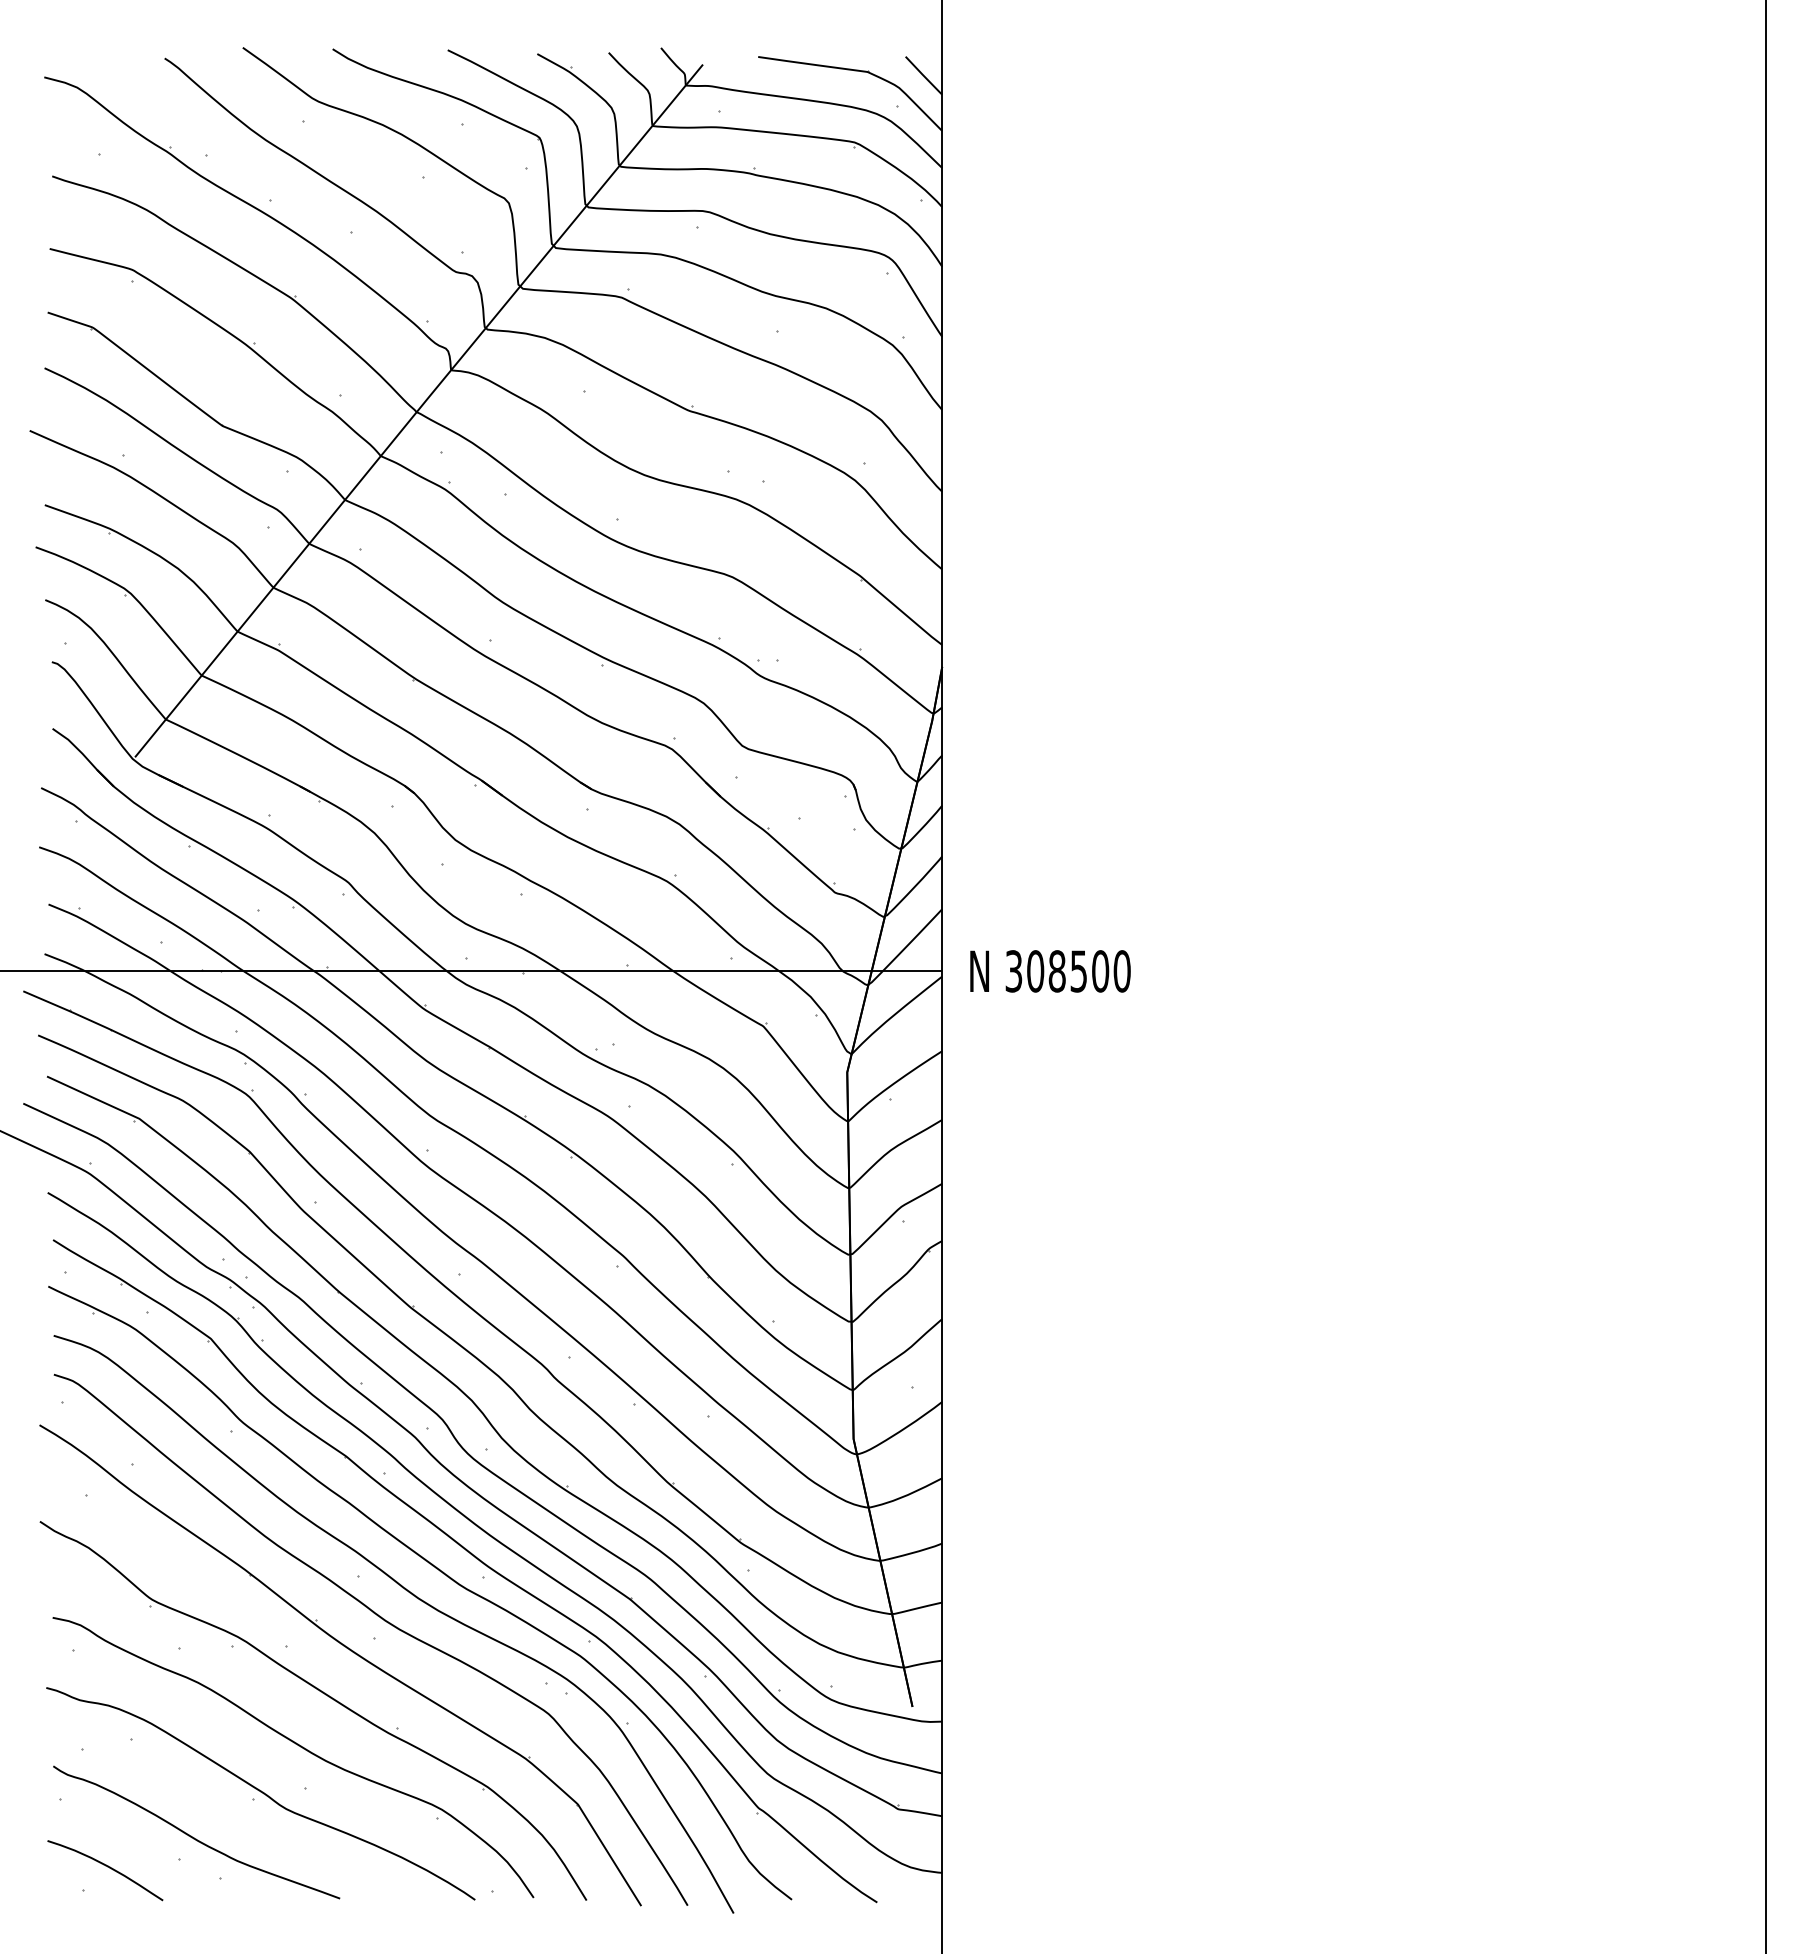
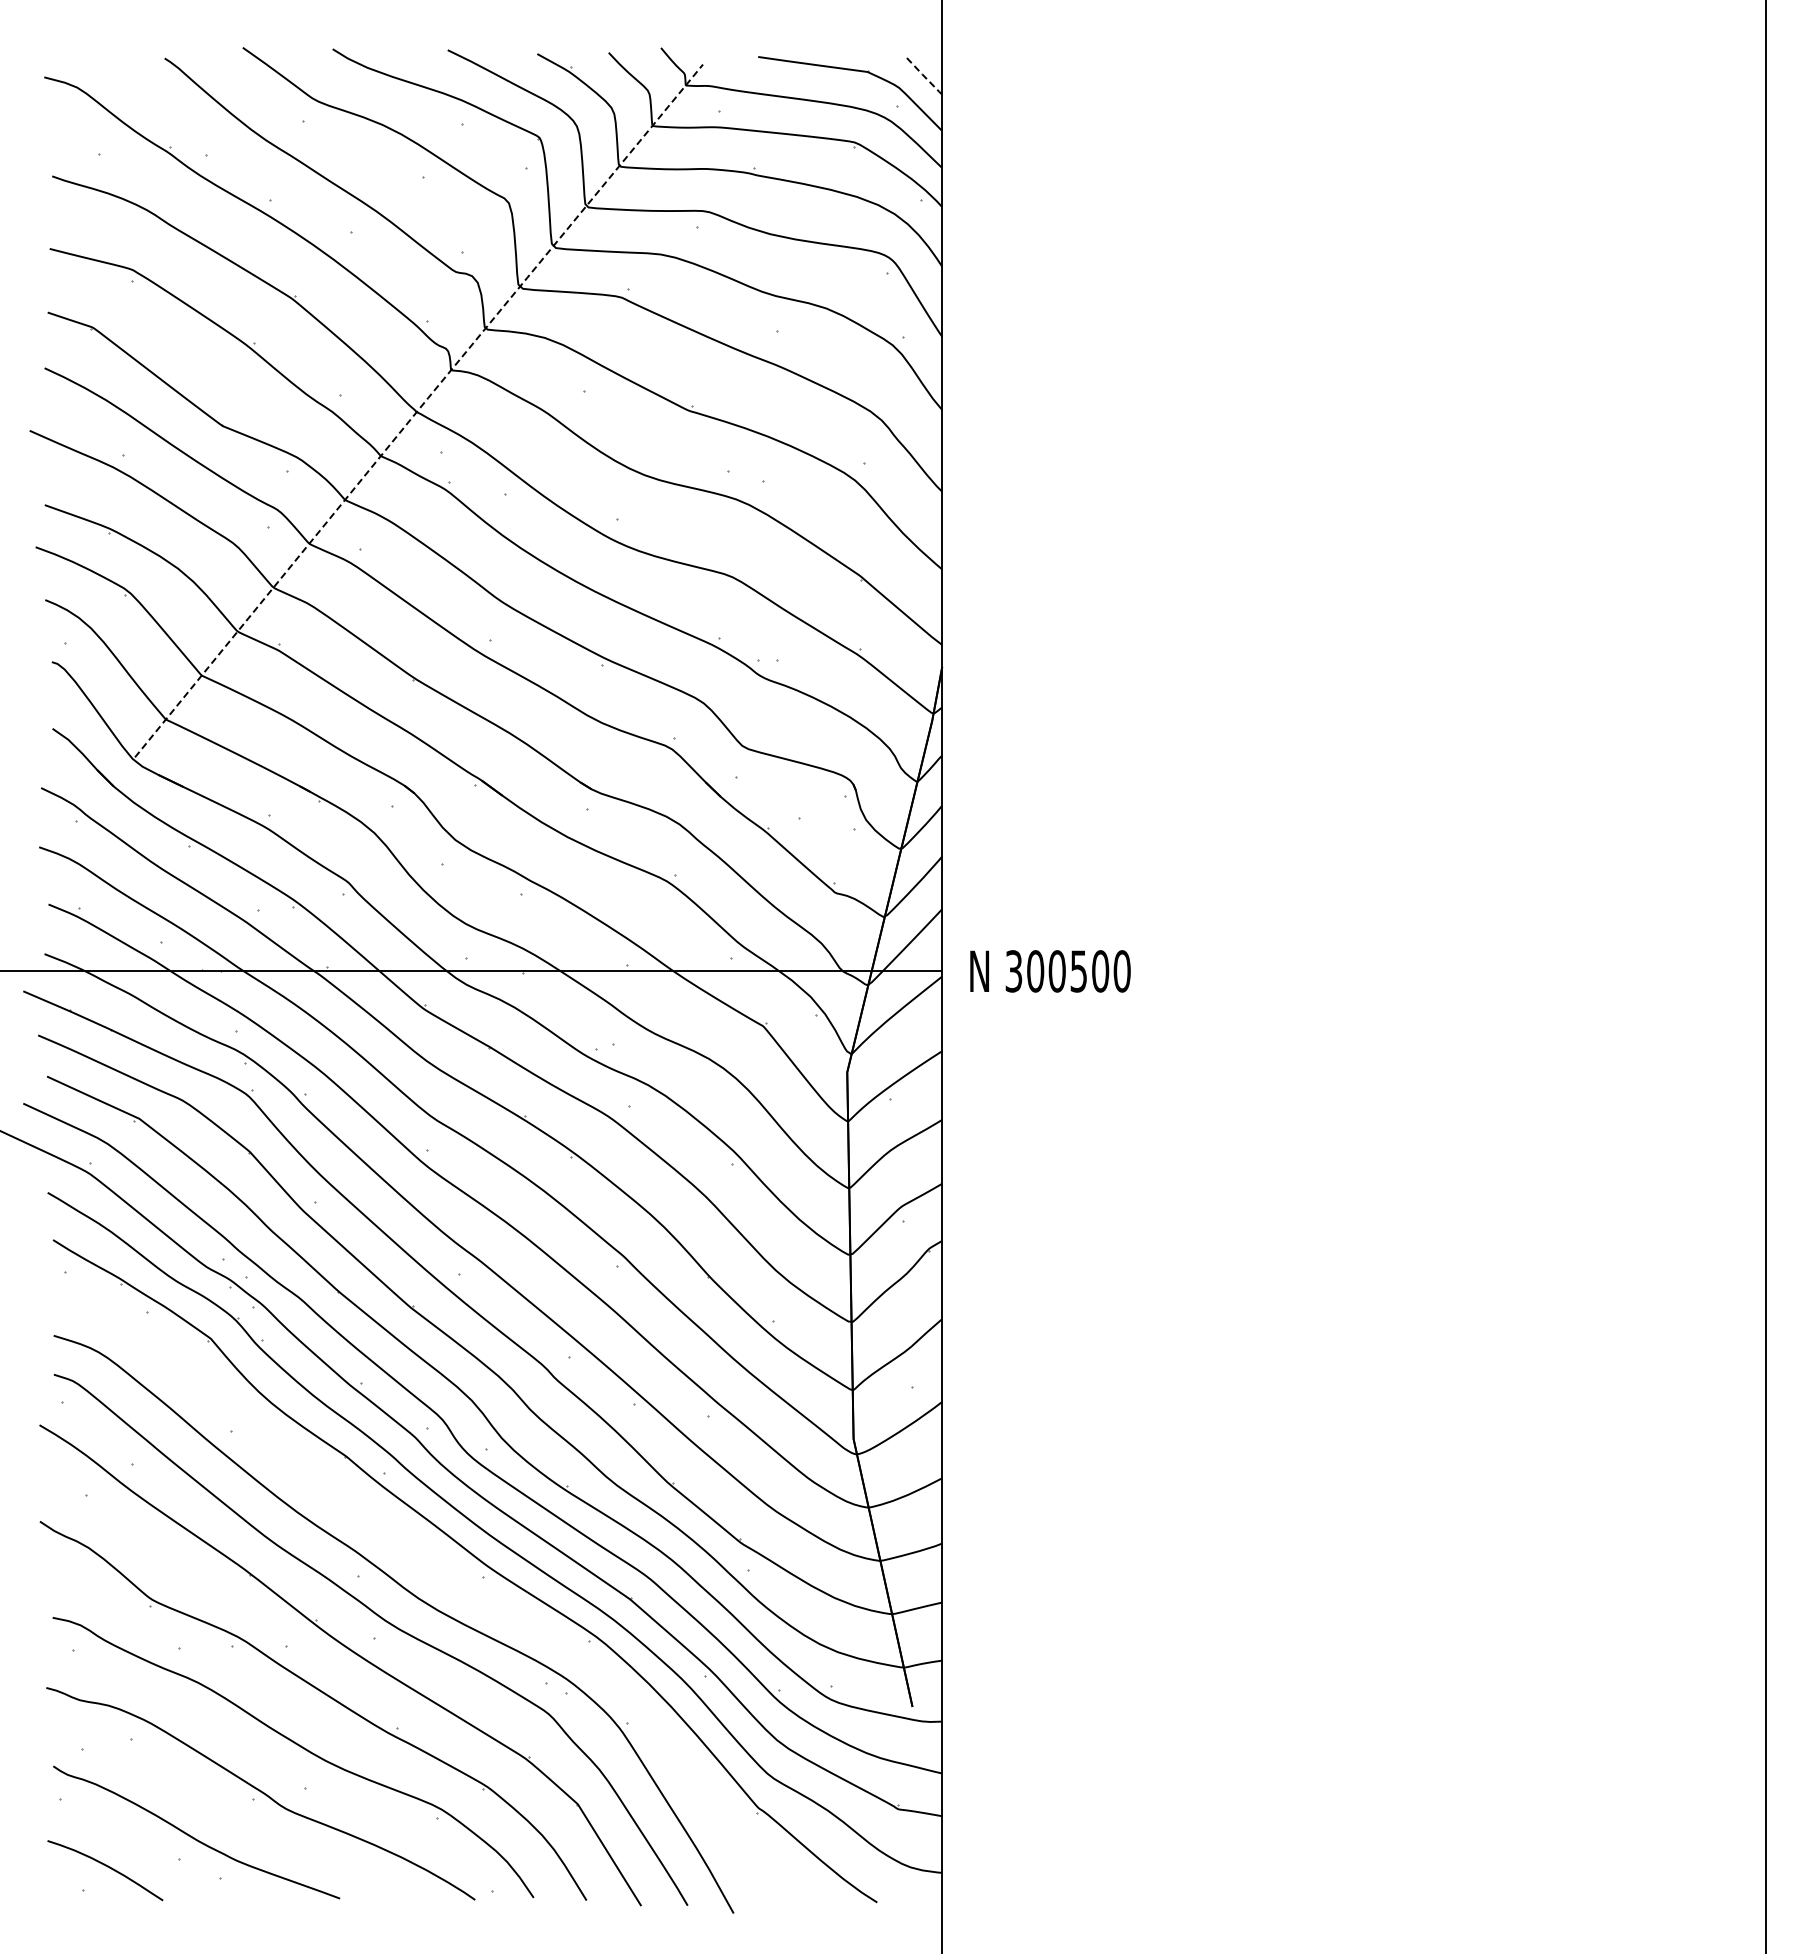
line at (923, 75): solid -> dashed
line at (418, 409): solid -> dashed
text at (1056, 971): 308500 -> 300500
part at (436, 1569): present -> none
